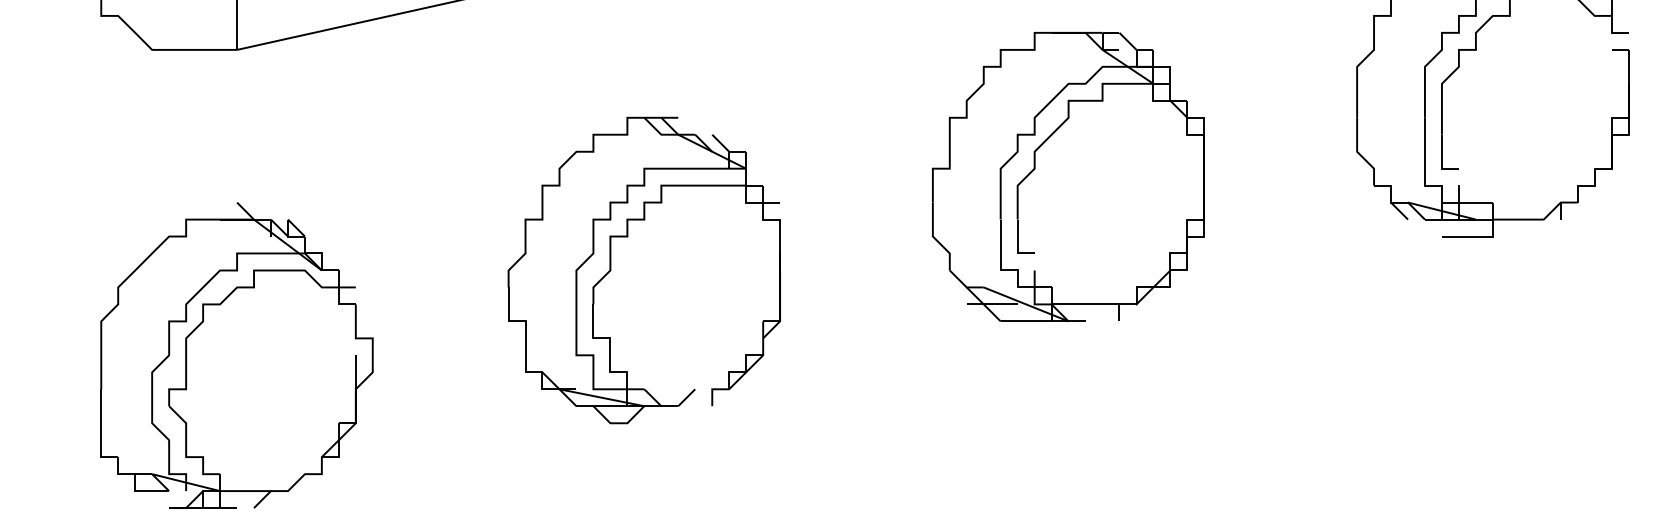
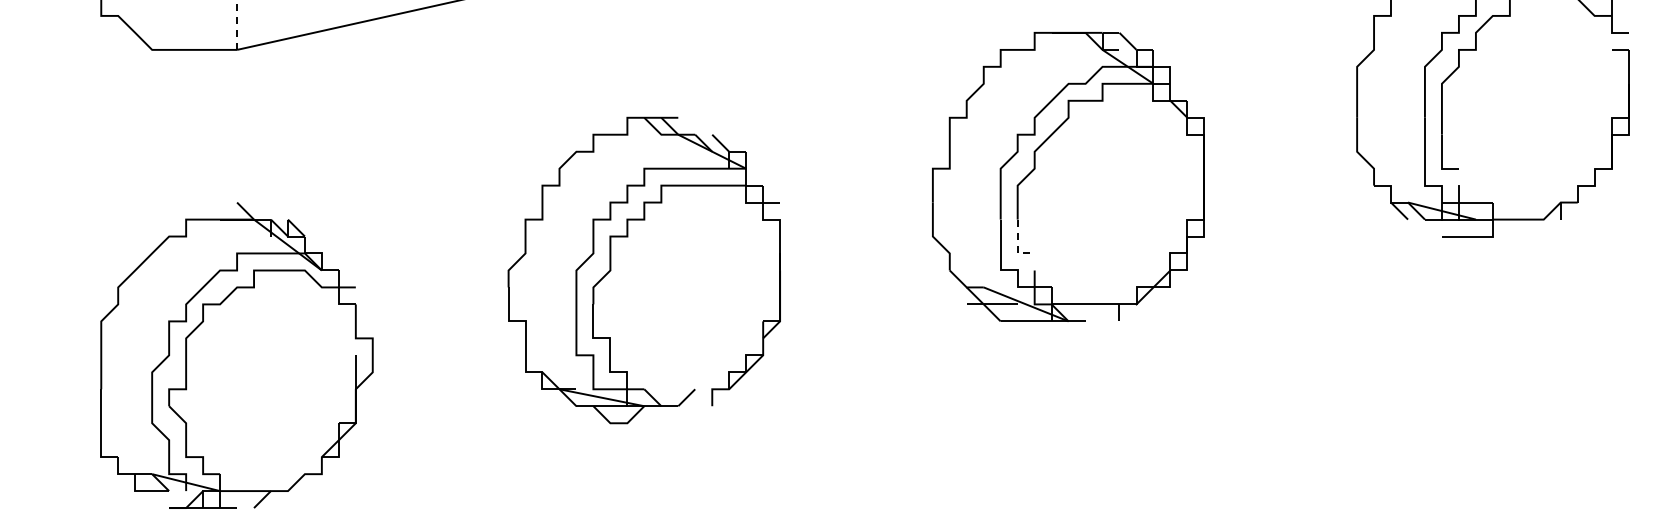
line at (237, 24): solid -> dashed
line at (1017, 245): solid -> dashed
